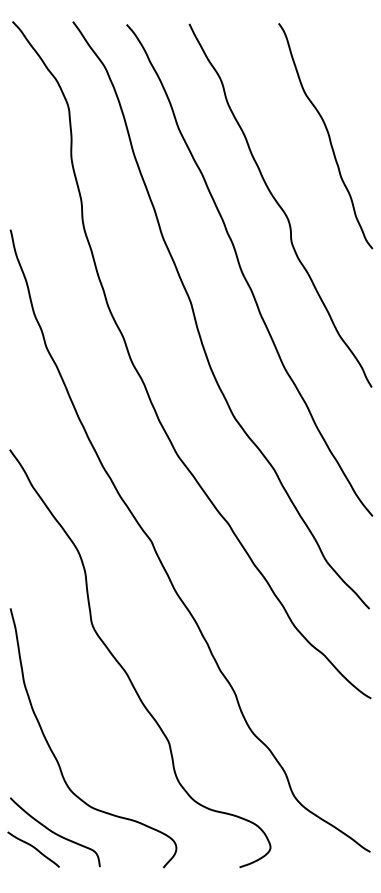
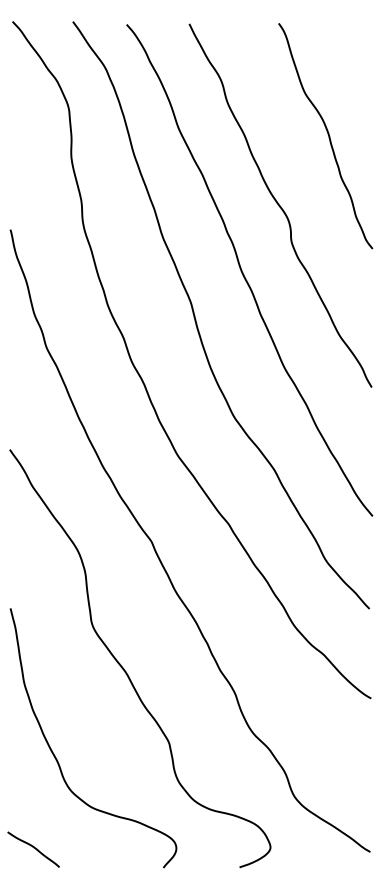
curve at (55, 832): present -> none
